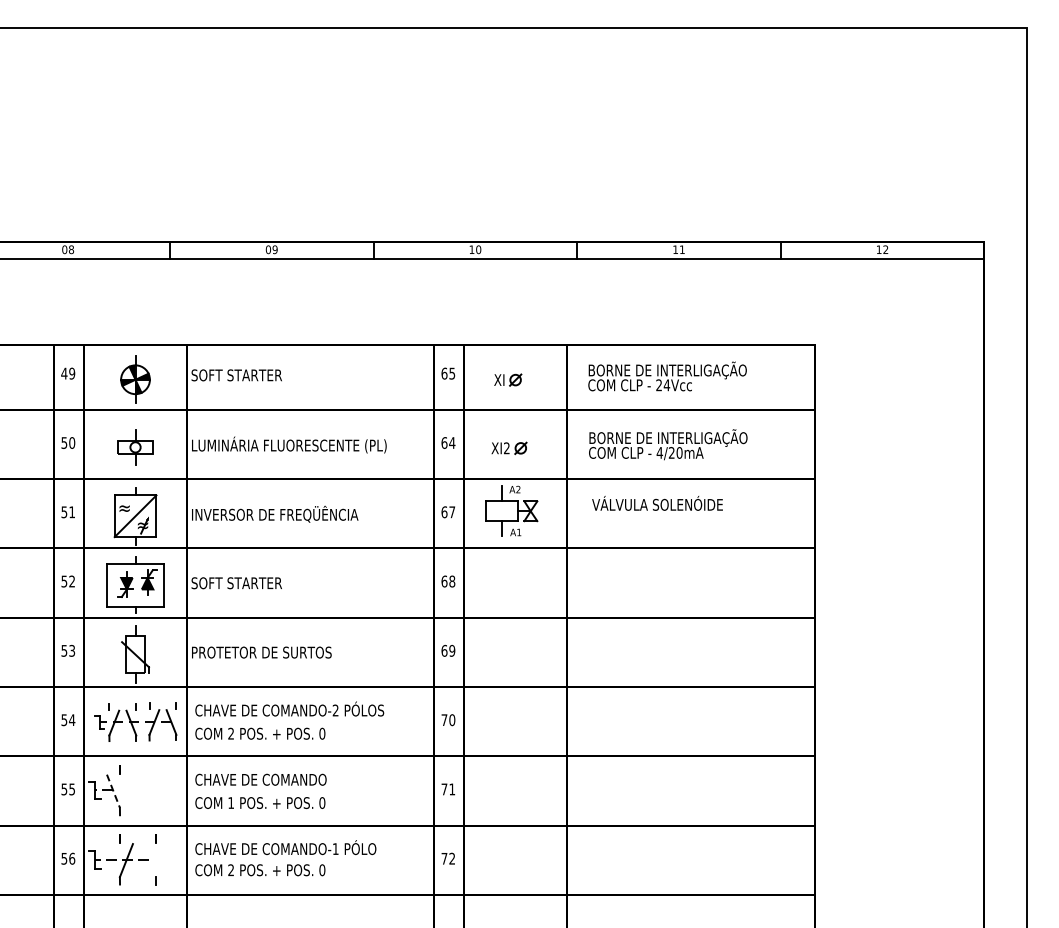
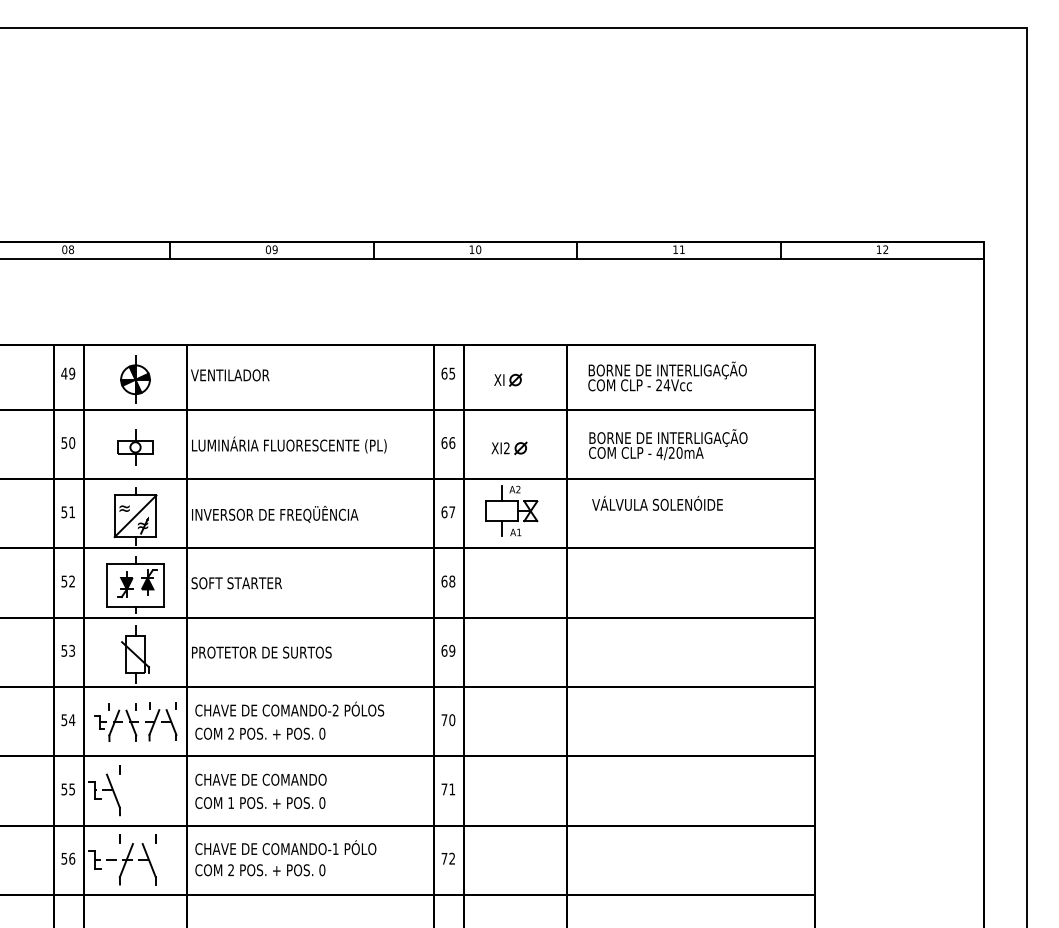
text at (236, 375): SOFT STARTER -> VENTILADOR
text at (452, 442): 64 -> 66
line at (113, 791): dashed -> solid
line at (148, 860): none -> present
